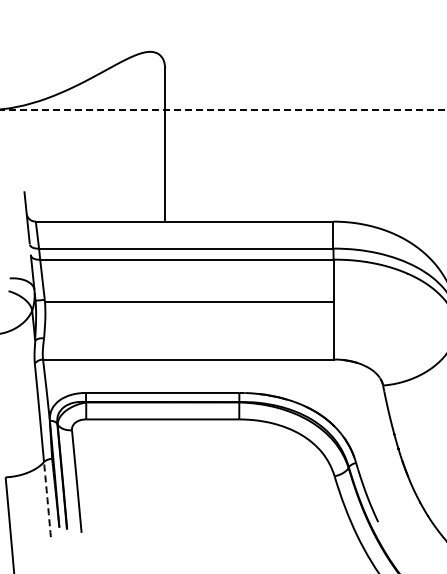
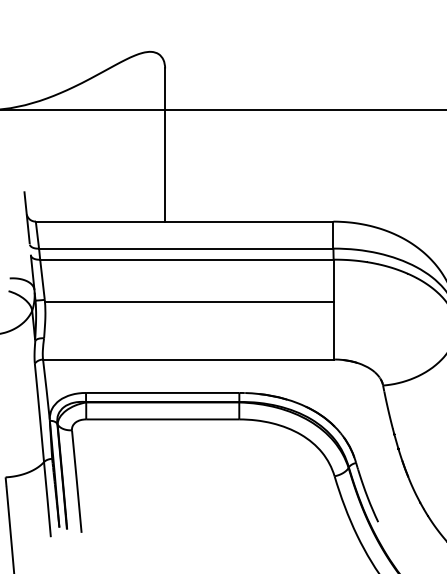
line at (223, 109): dashed -> solid
arc at (47, 499): dashed -> solid
